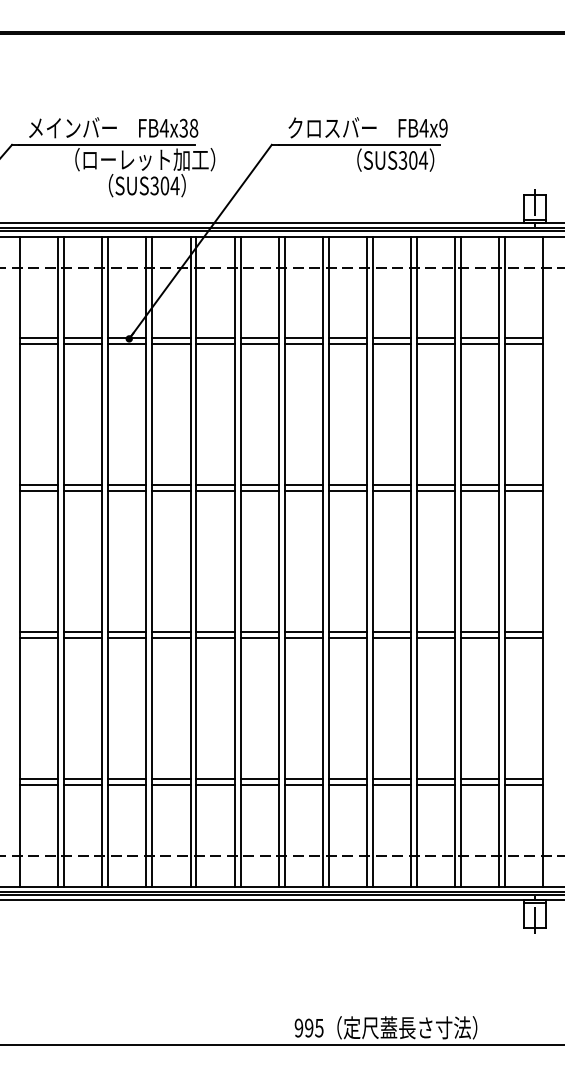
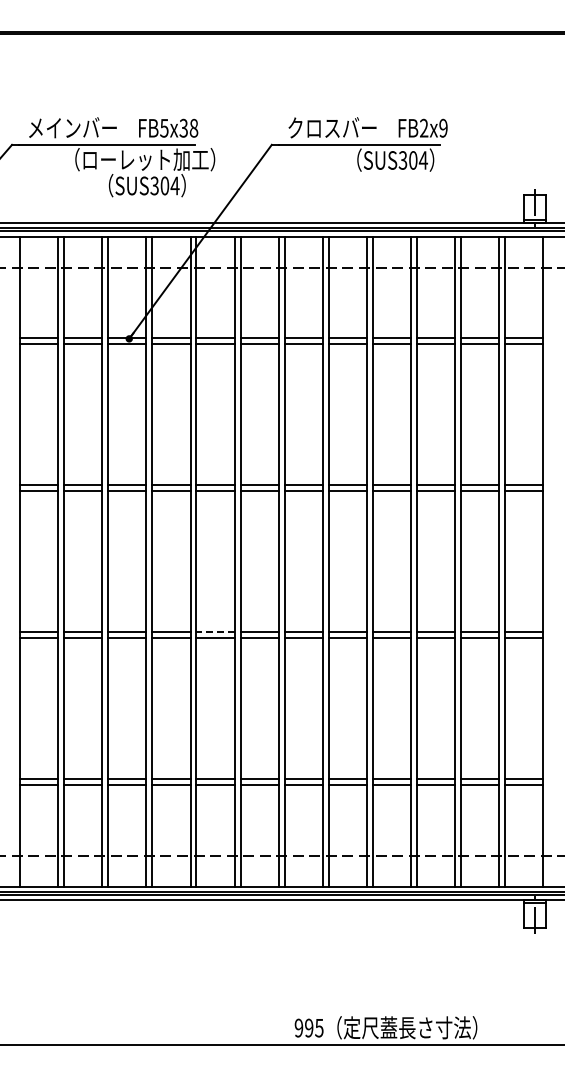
text at (423, 127): FB4x9 -> FB2x9
text at (163, 128): FB4x38 -> FB5x38
line at (215, 632): solid -> dashed
